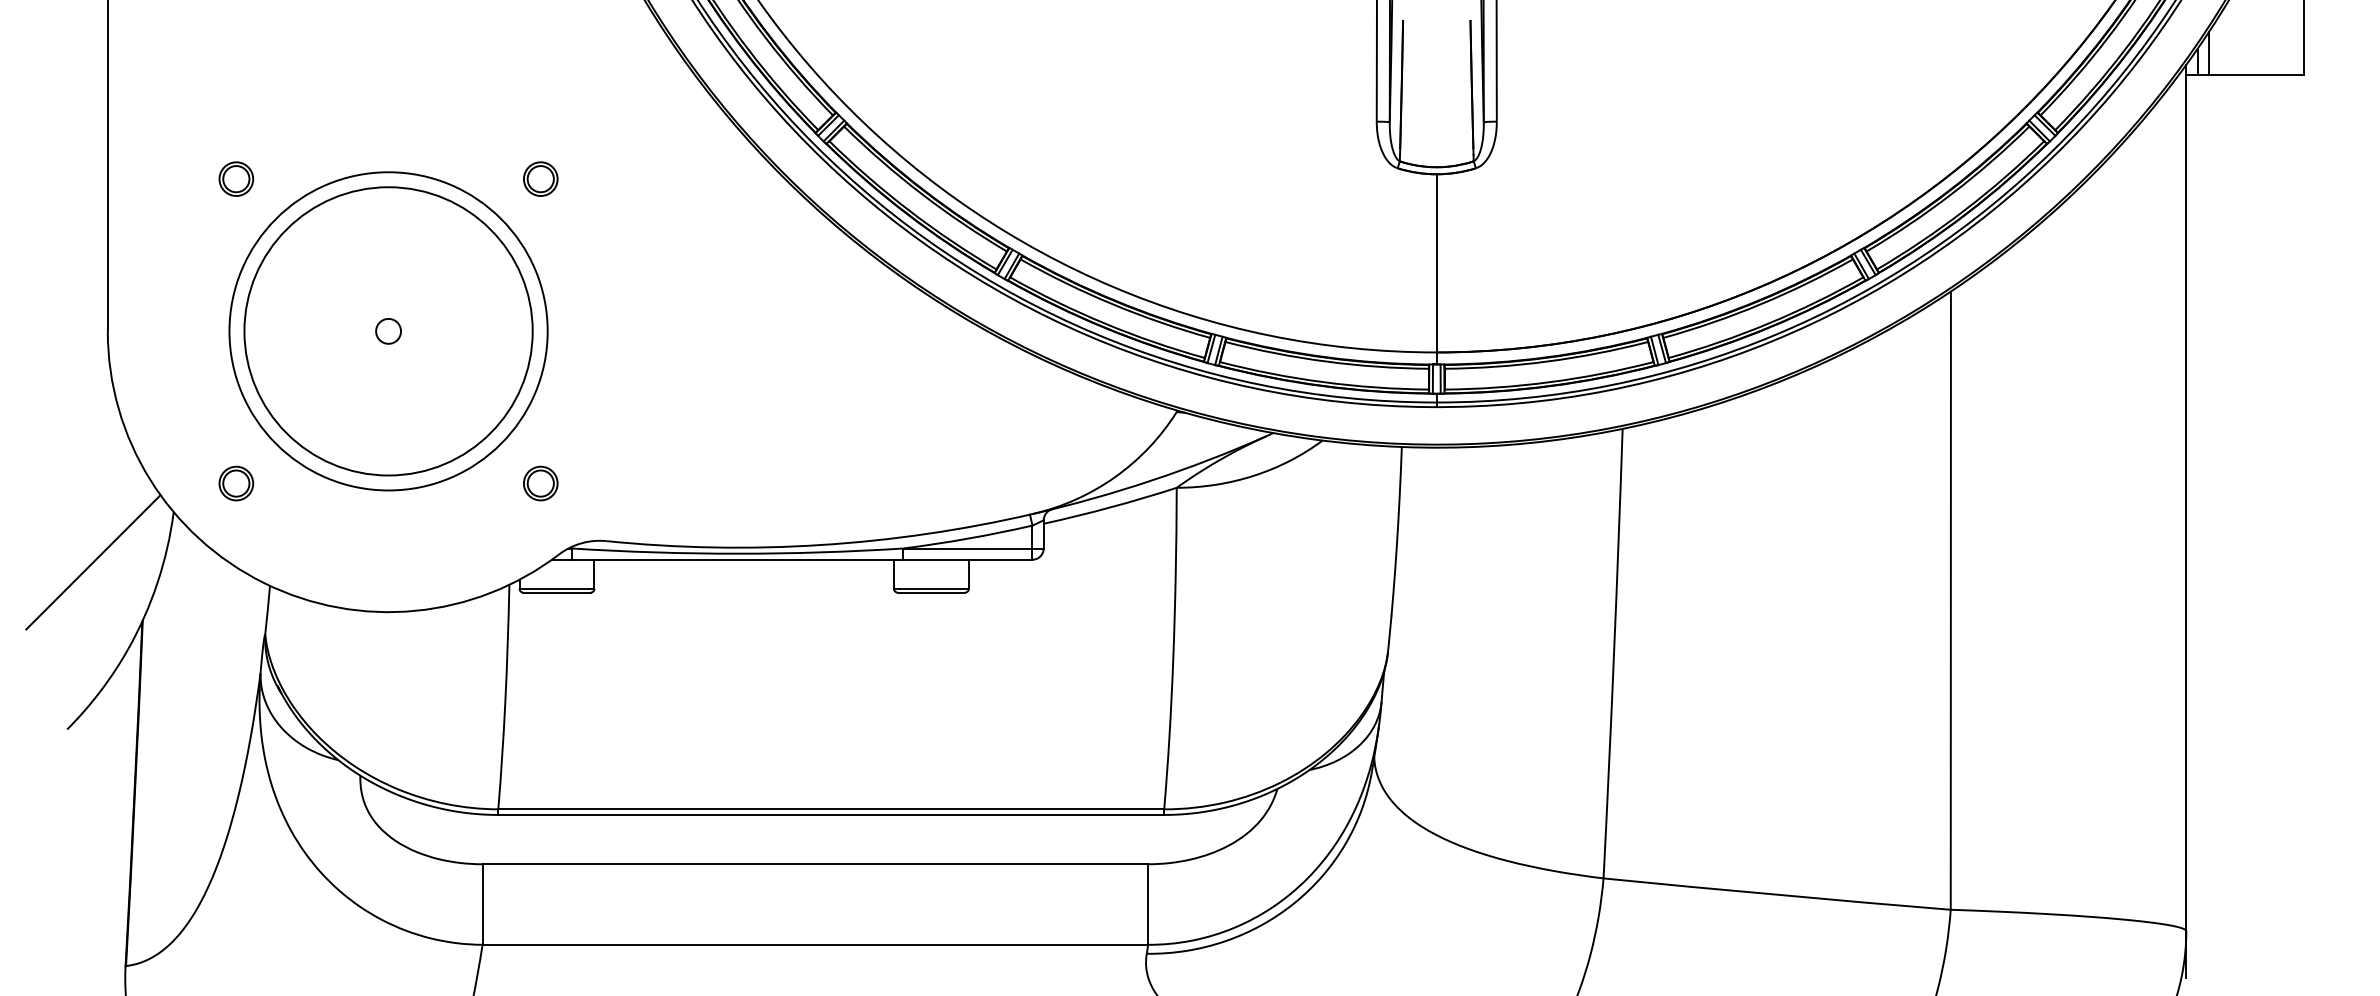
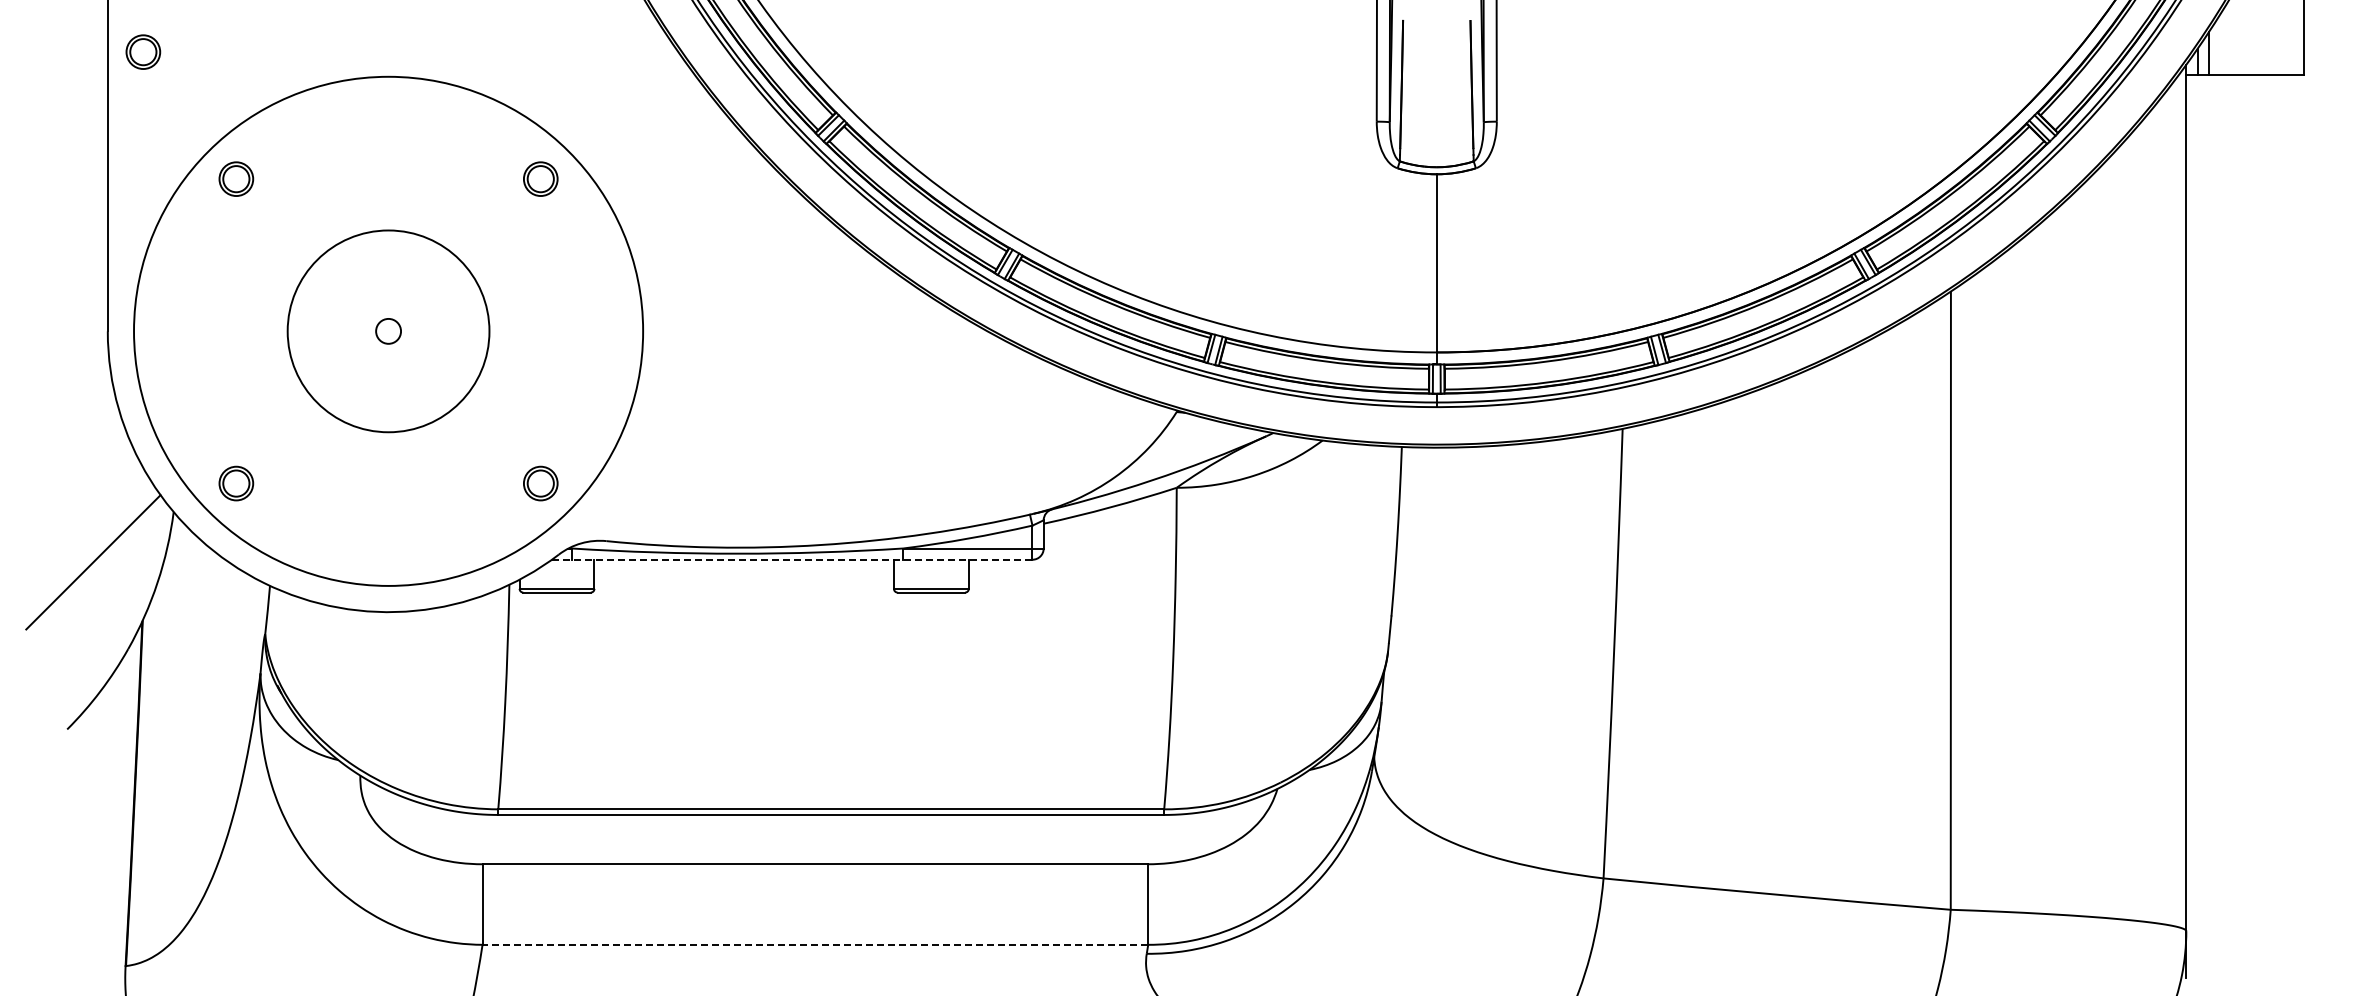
part at (143, 51): none -> present
circle at (388, 331) diameter: 288 px -> 202 px
circle at (388, 331) diameter: 318 px -> 509 px
line at (791, 559): solid -> dashed
line at (815, 944): solid -> dashed
